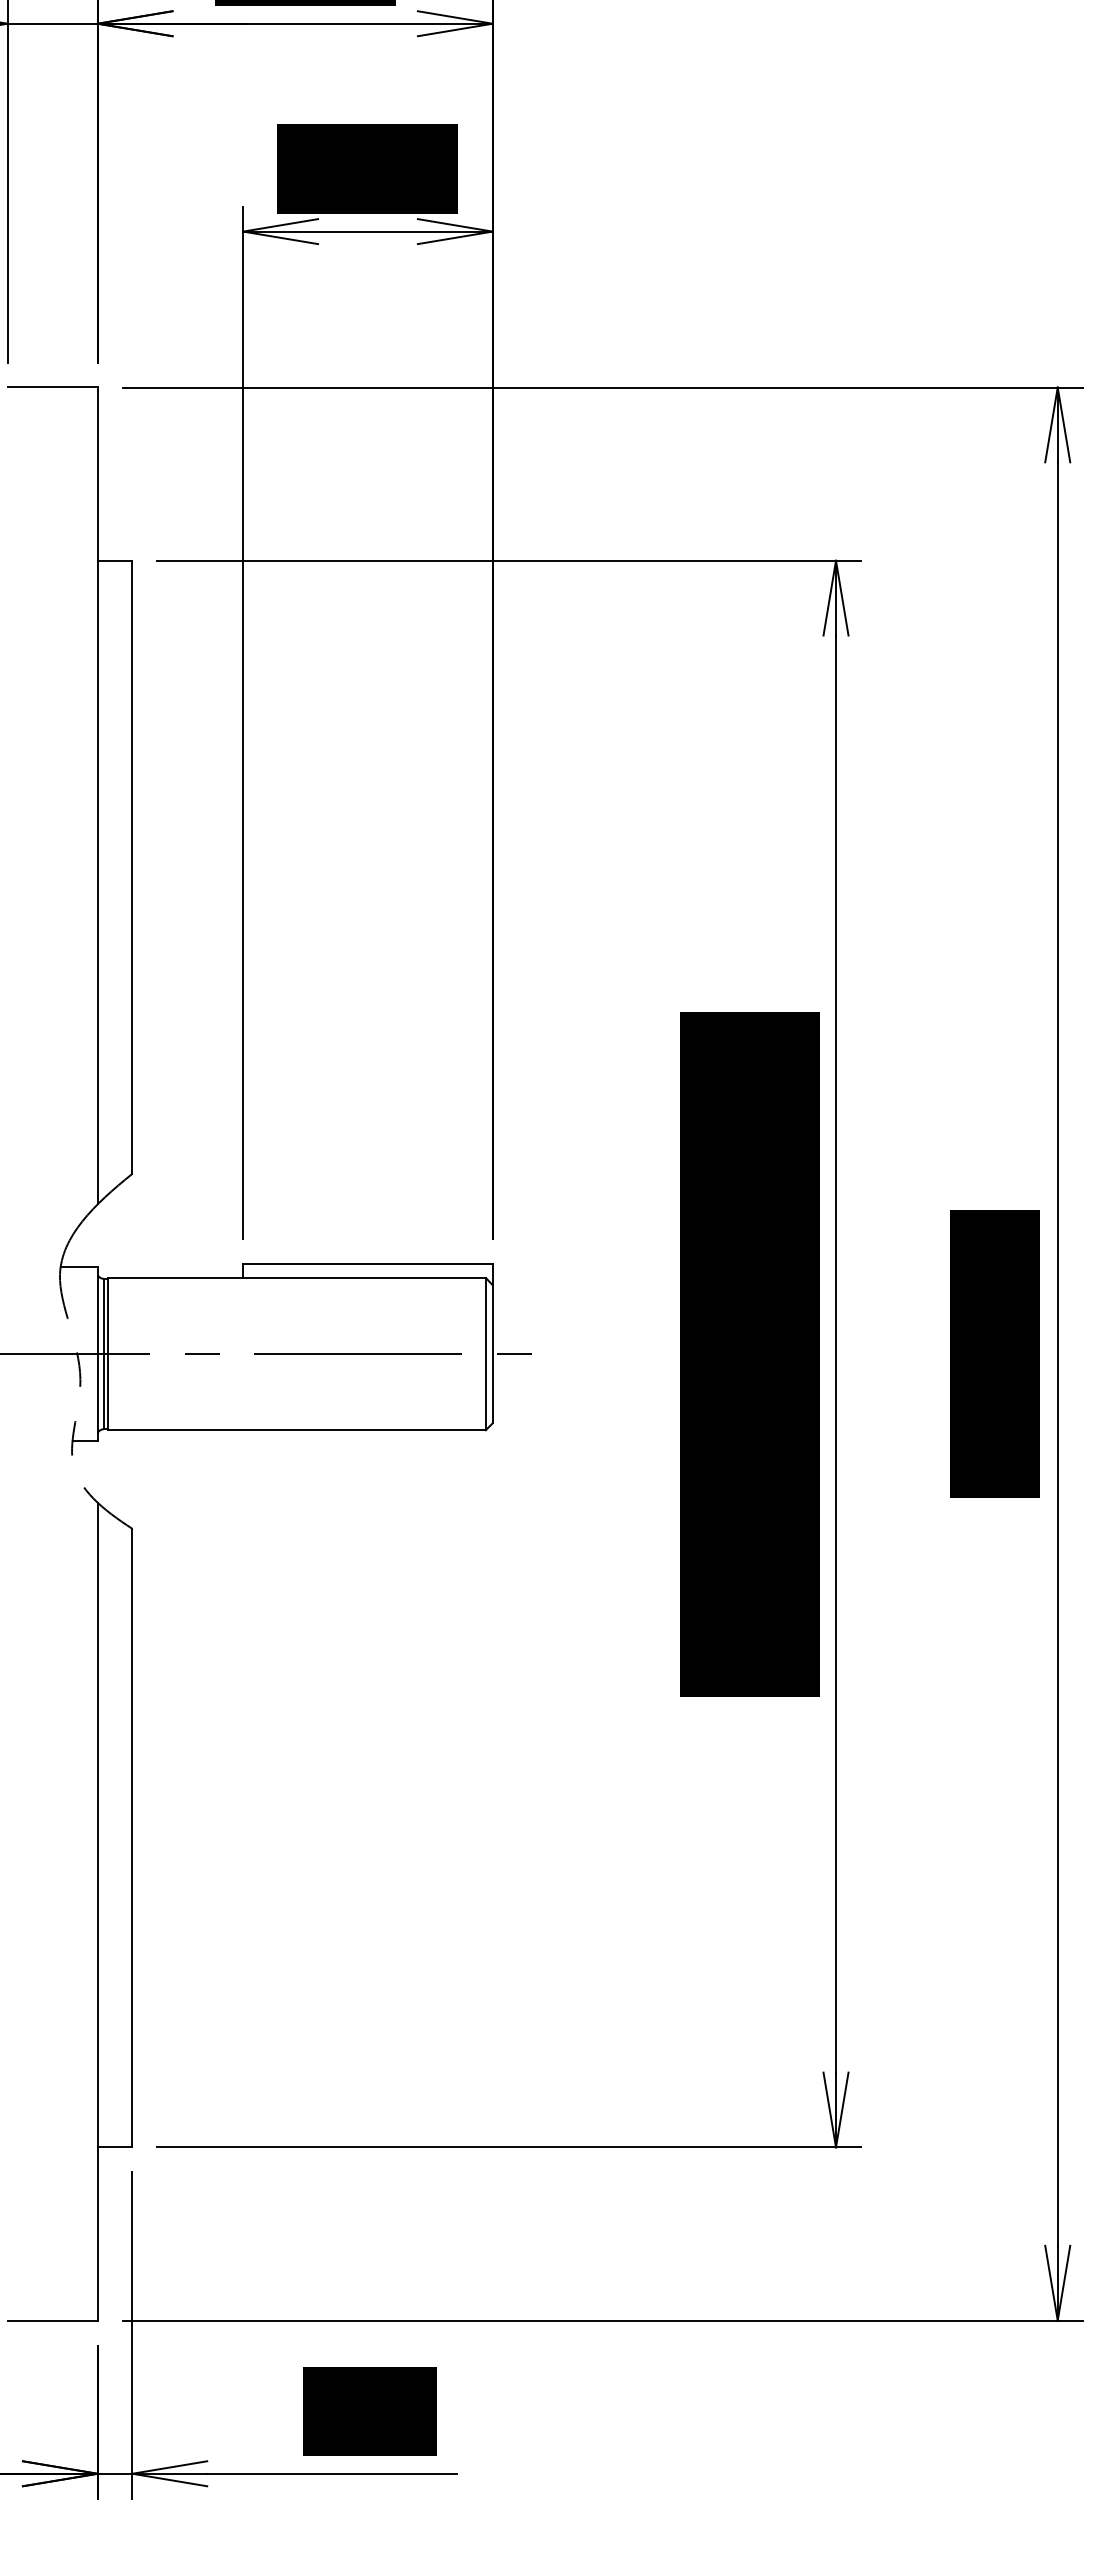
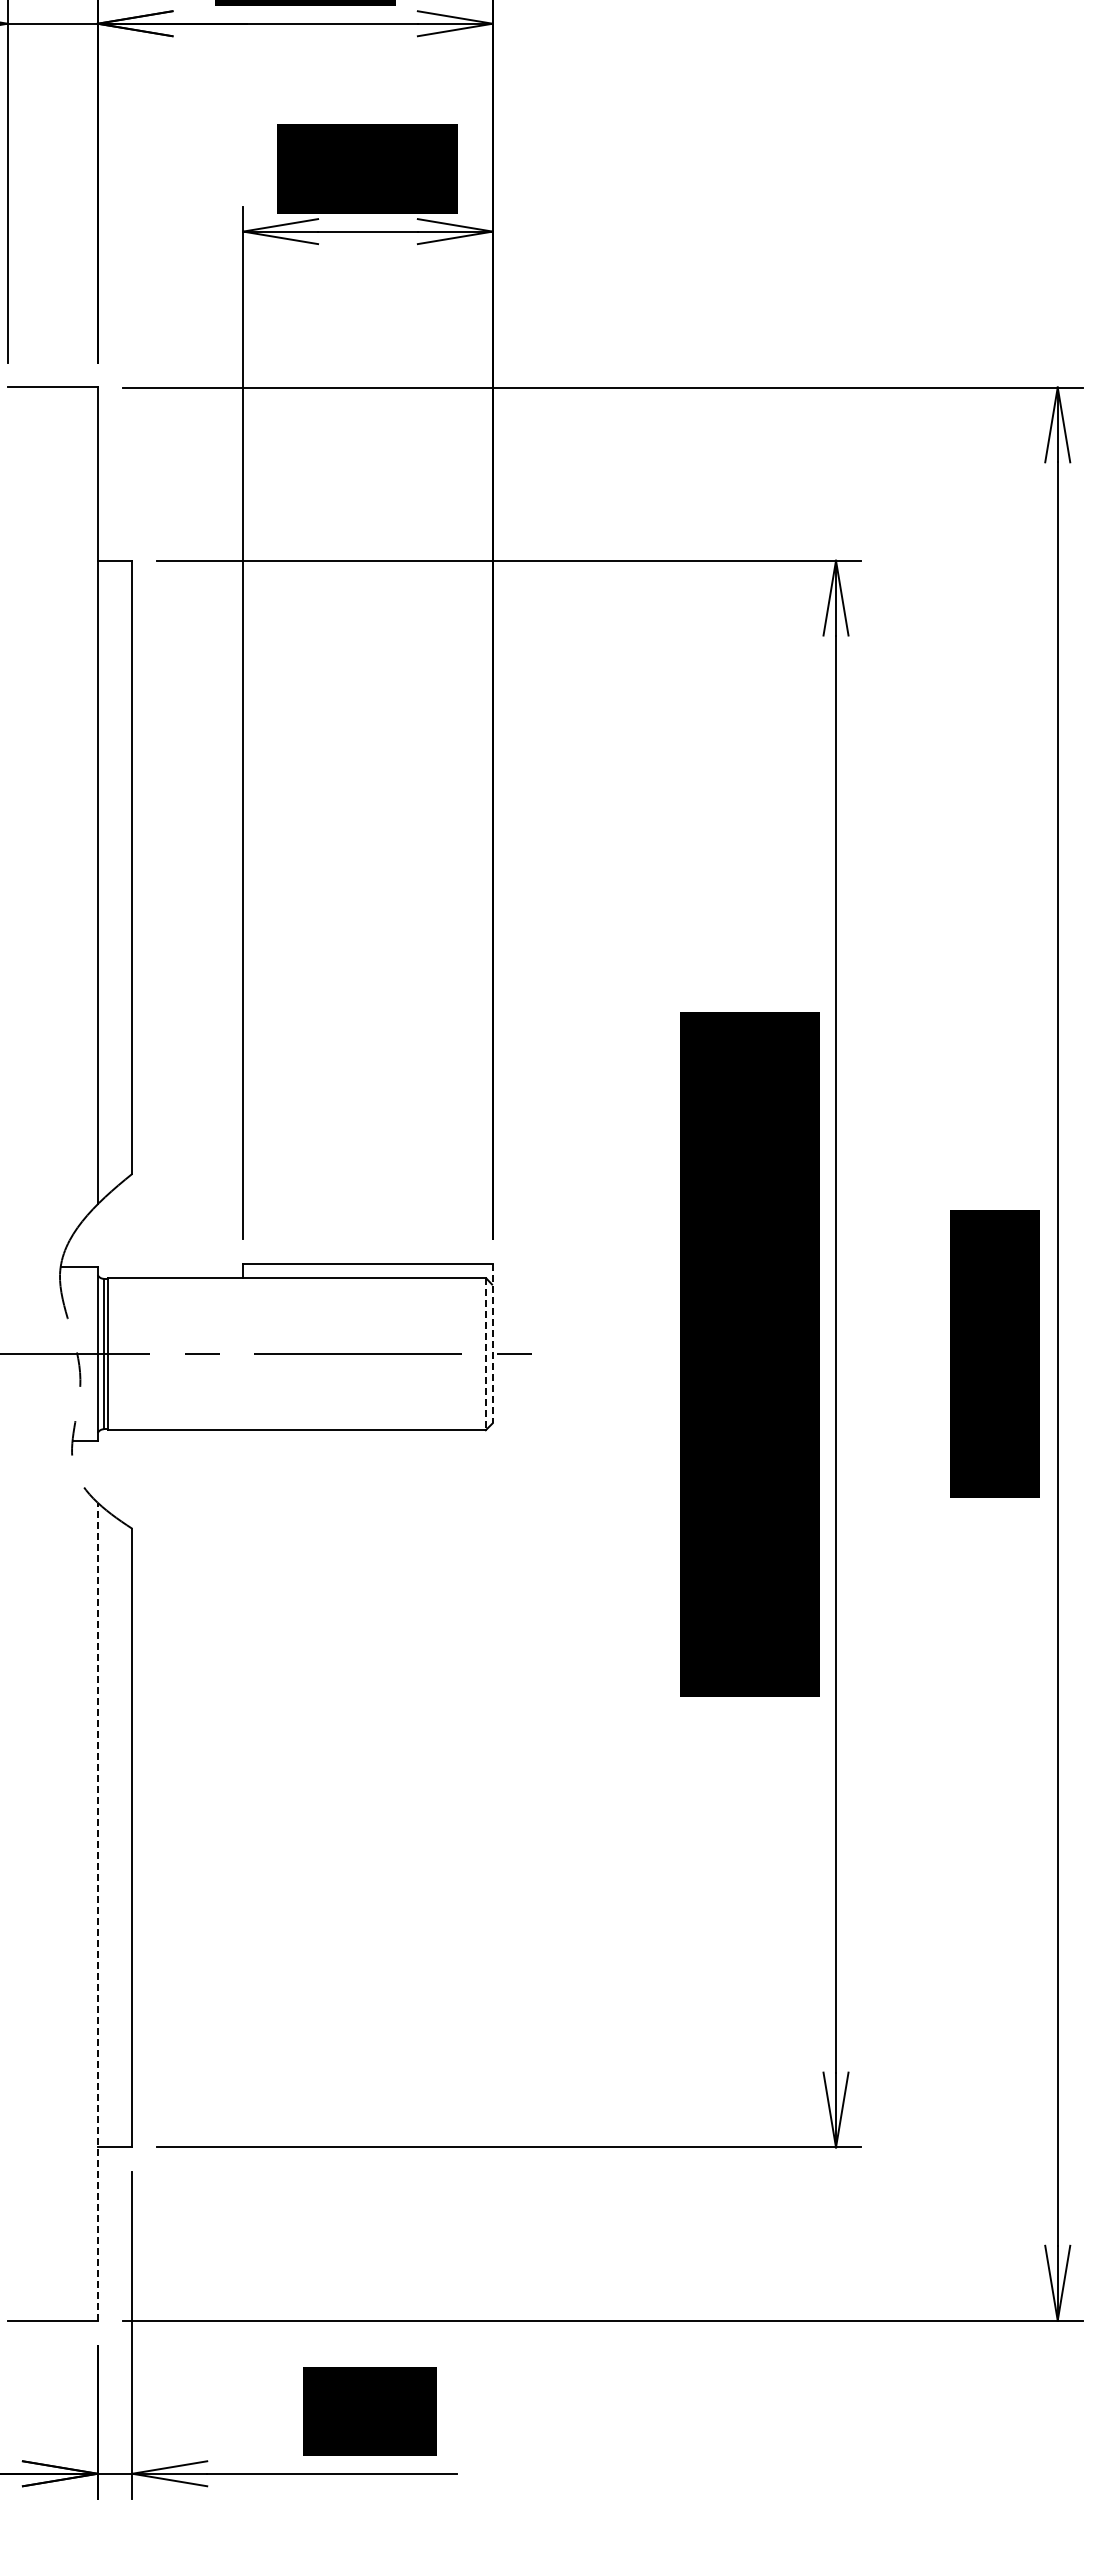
line at (492, 1343): solid -> dashed
line at (485, 1354): solid -> dashed
line at (97, 1911): solid -> dashed
